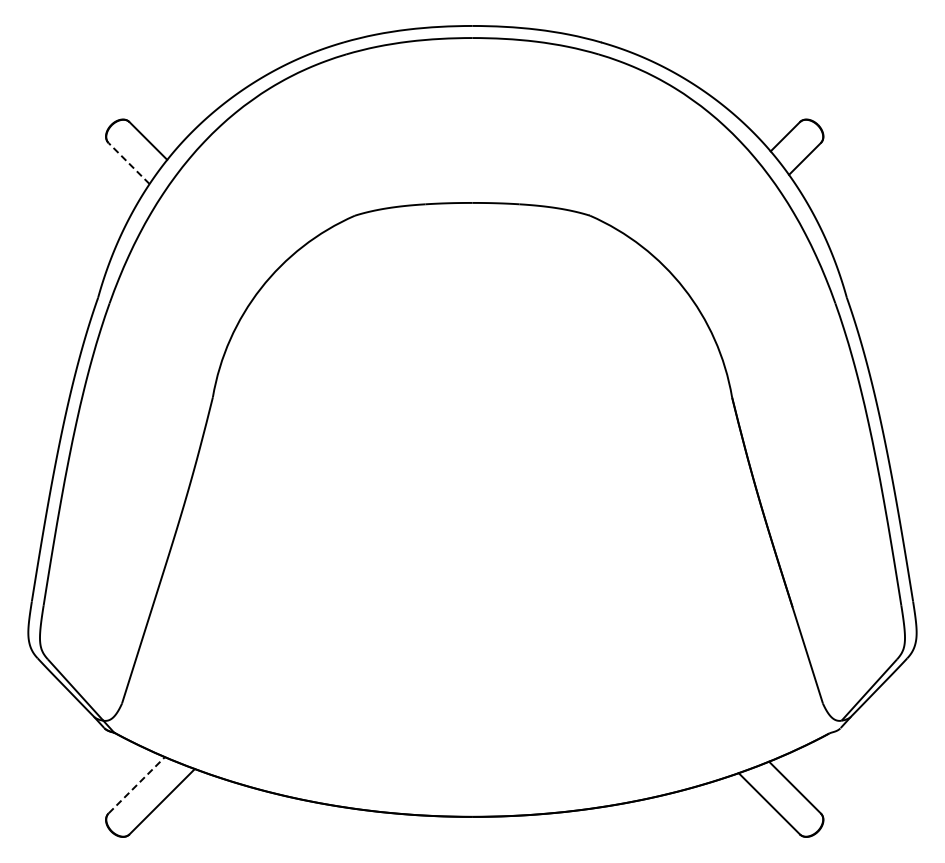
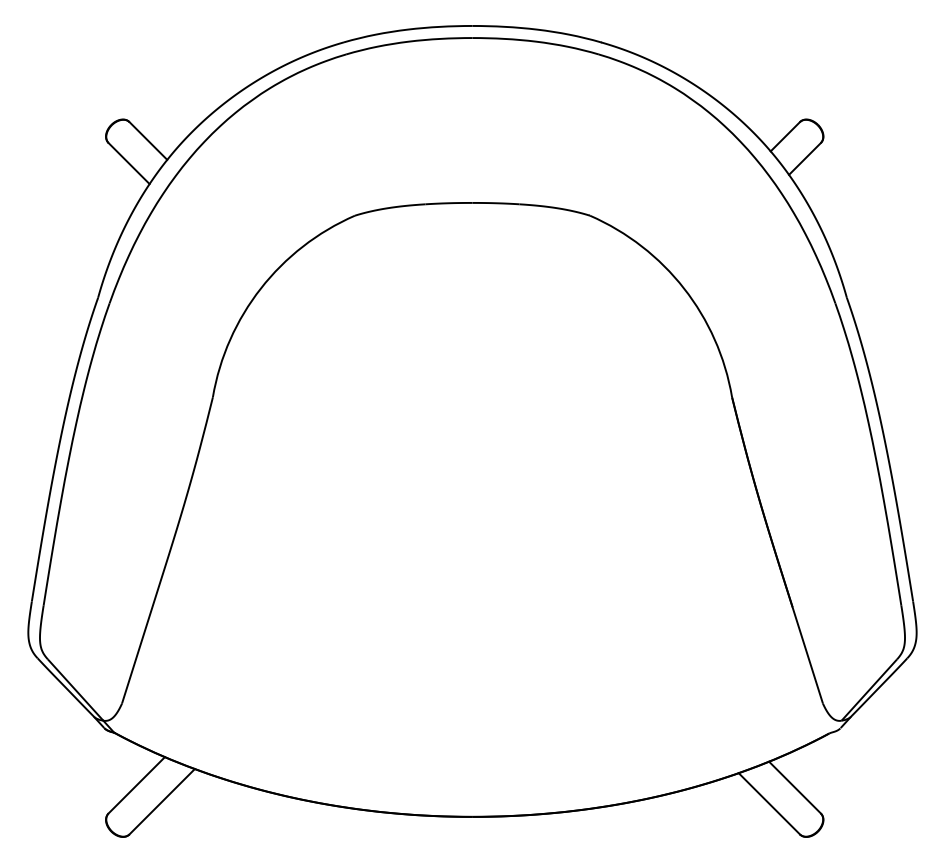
line at (129, 163): dashed -> solid
line at (136, 785): dashed -> solid
